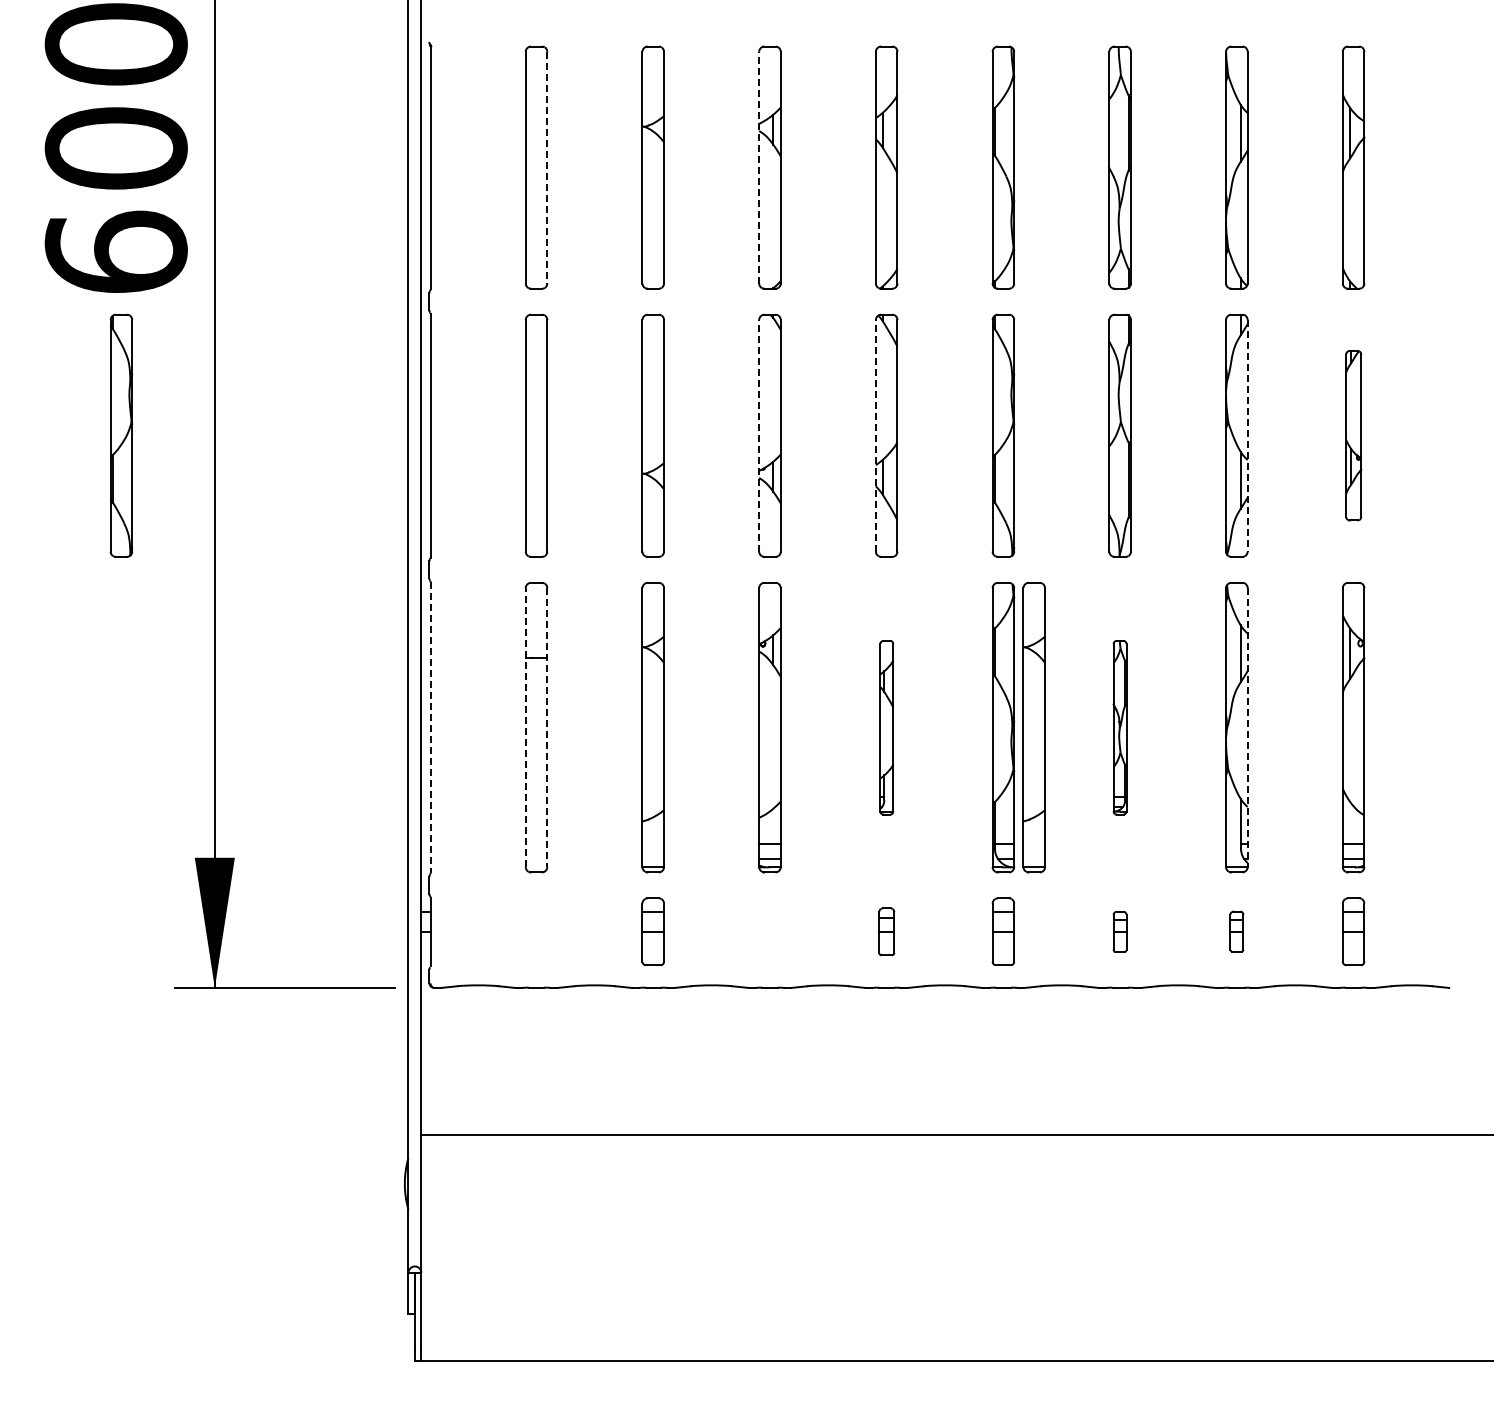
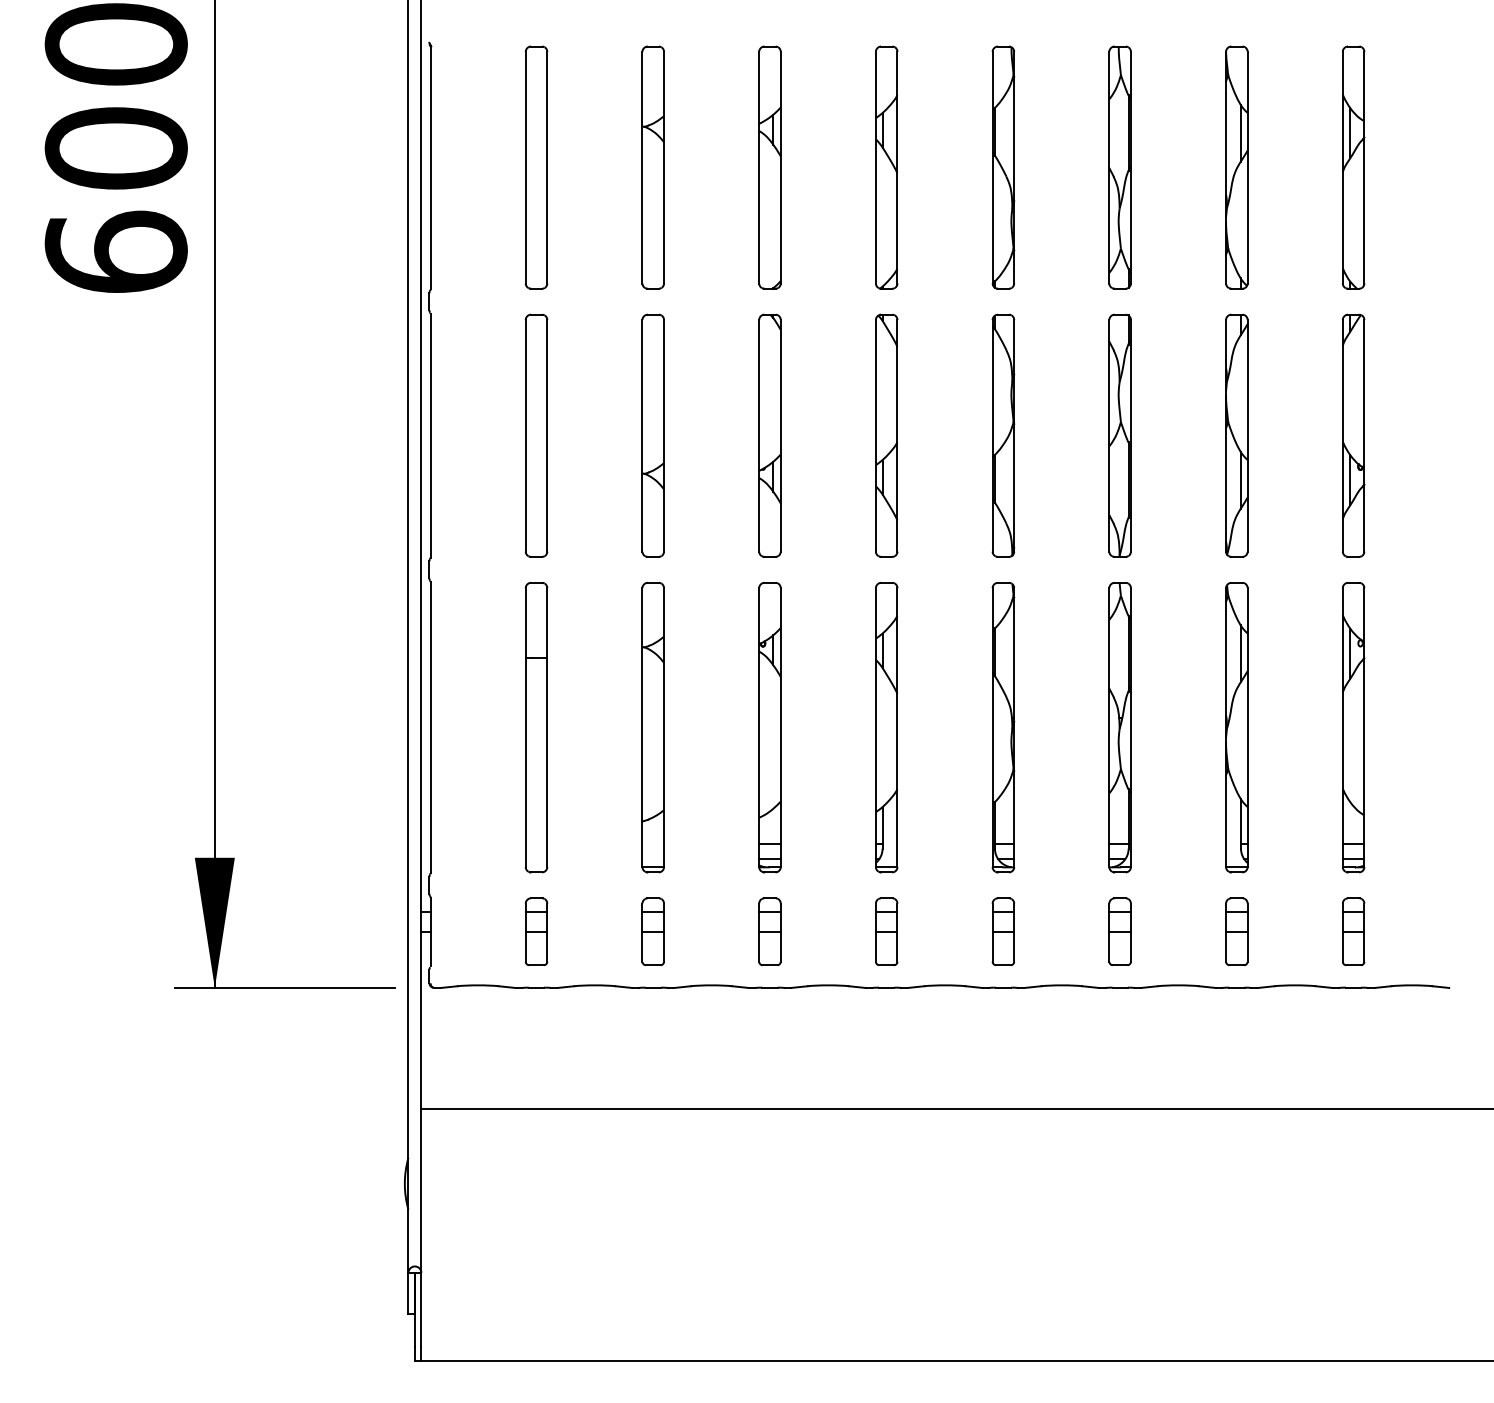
line at (547, 167): dashed -> solid
line at (759, 167): dashed -> solid
part at (121, 435): present -> none
line at (759, 435): dashed -> solid
line at (875, 435): dashed -> solid
line at (1247, 435): dashed -> solid
part at (1353, 435) size: 18x172 px -> 24x245 px
line at (525, 727): dashed -> solid
line at (547, 727): dashed -> solid
part at (886, 727) size: 16x176 px -> 24x292 px
part at (1033, 727): present -> none
part at (1119, 727) size: 16x176 px -> 24x292 px
line at (1247, 727): dashed -> solid
line at (430, 728): dashed -> solid
part at (536, 931): none -> present
part at (769, 931): none -> present
part at (886, 931) size: 18x50 px -> 24x70 px
part at (1119, 931) size: 16x43 px -> 24x70 px
part at (1236, 931) size: 16x43 px -> 24x69 px
line at (955, 1134) position: (955, 1134) -> (955, 1108)
